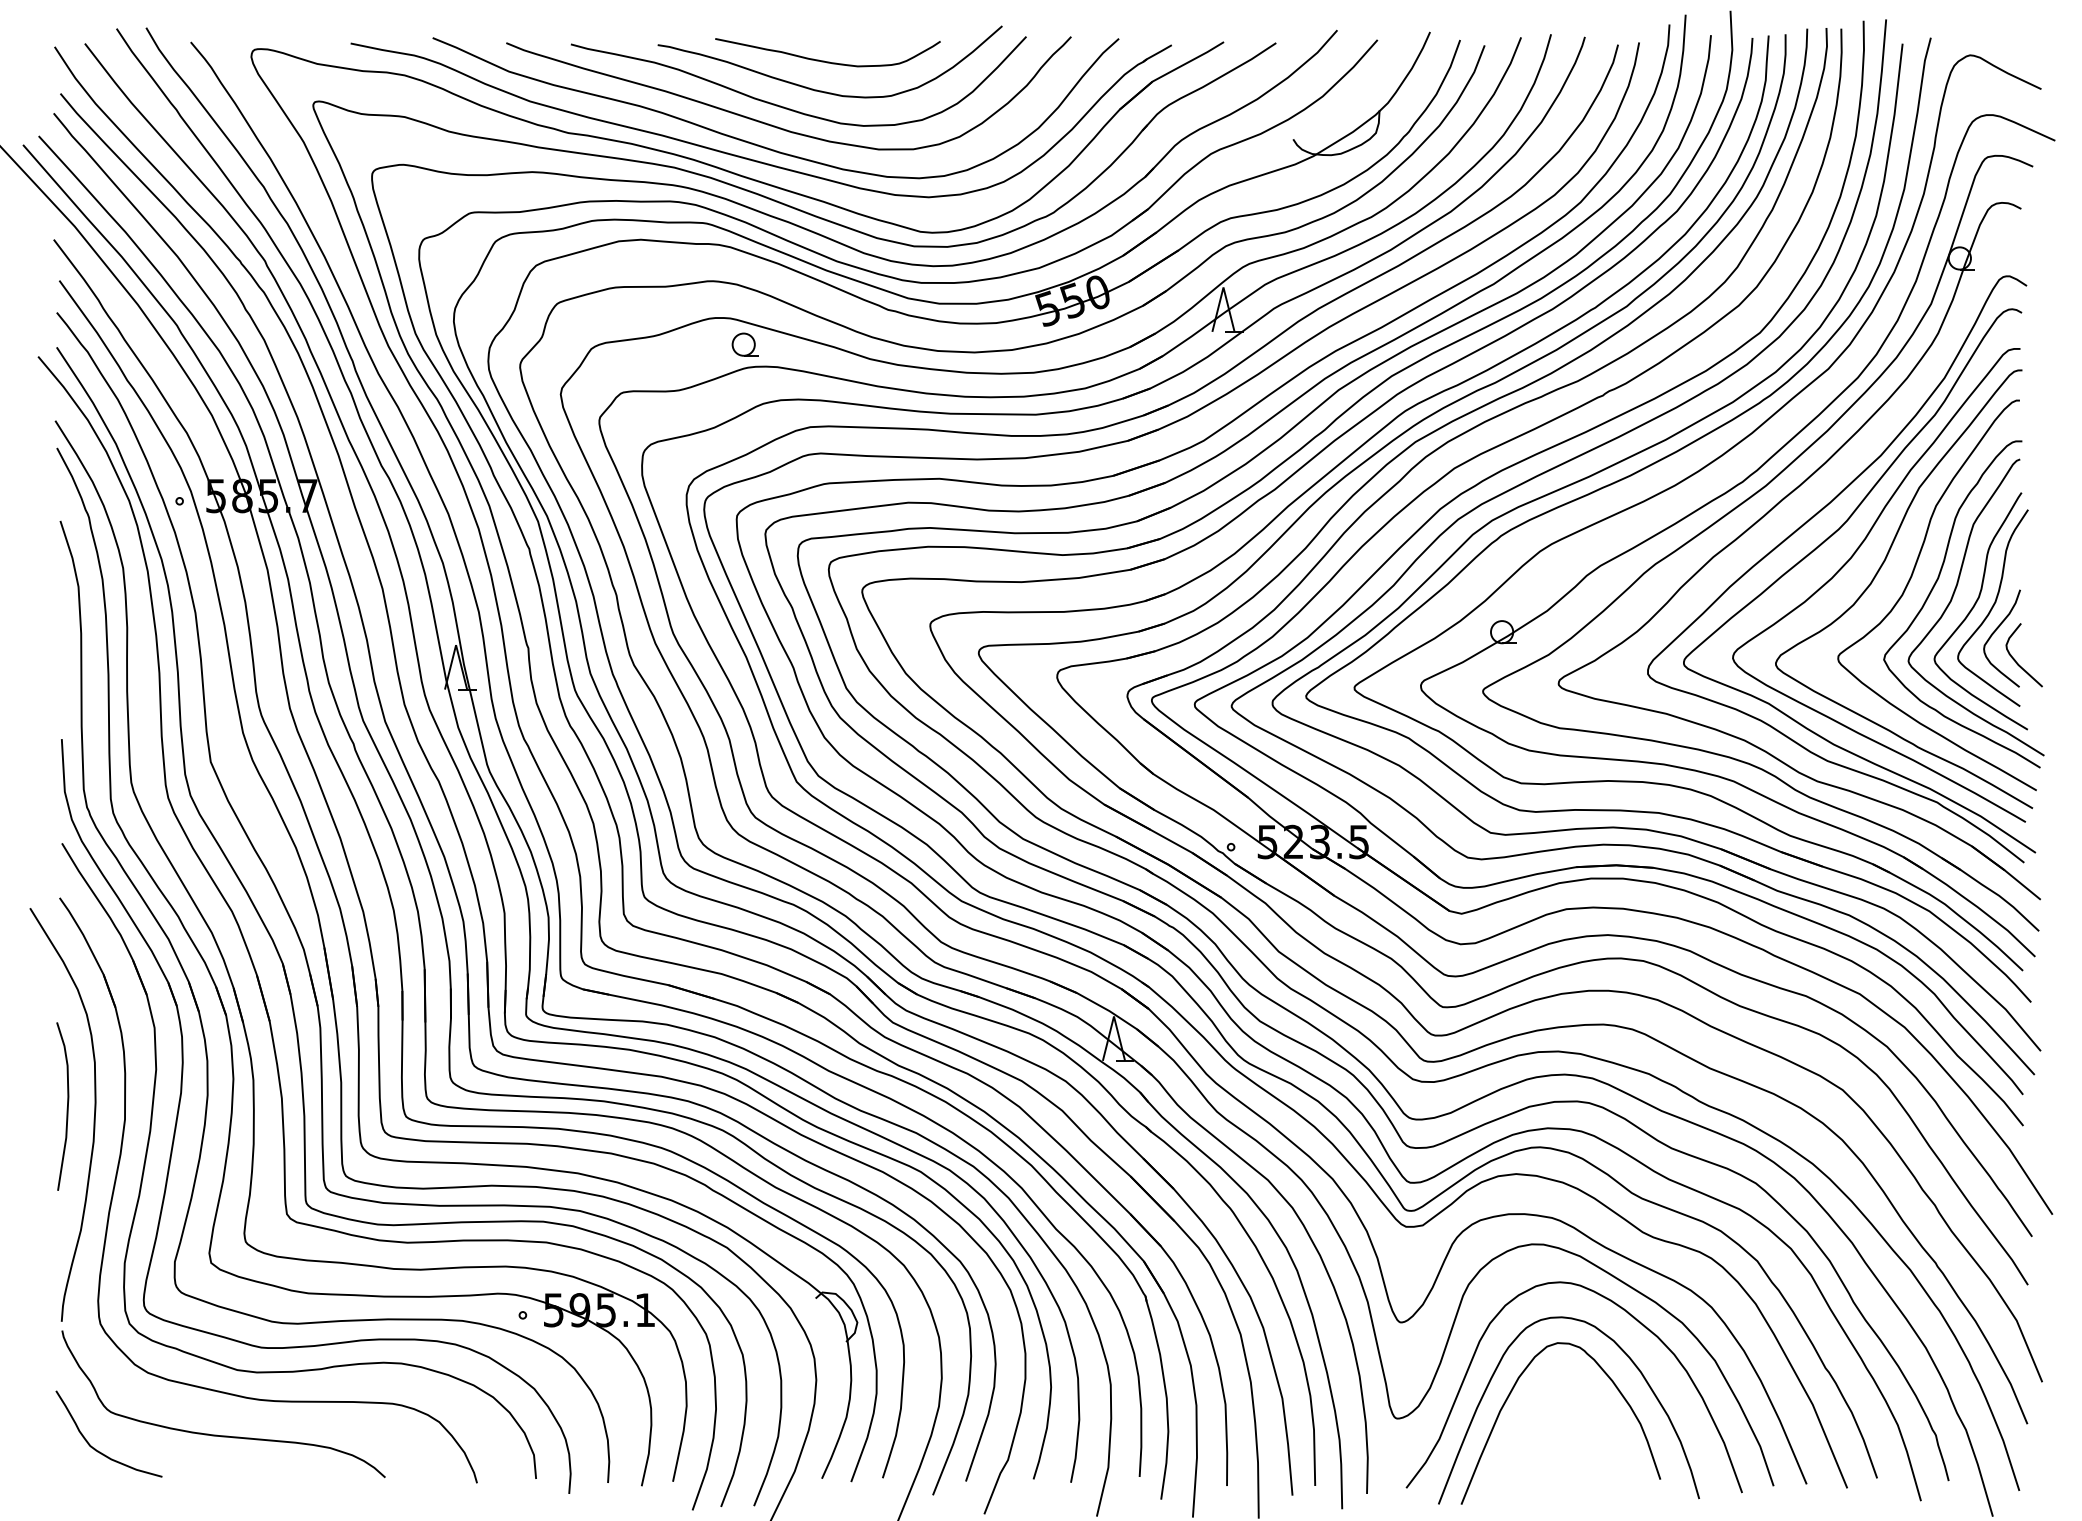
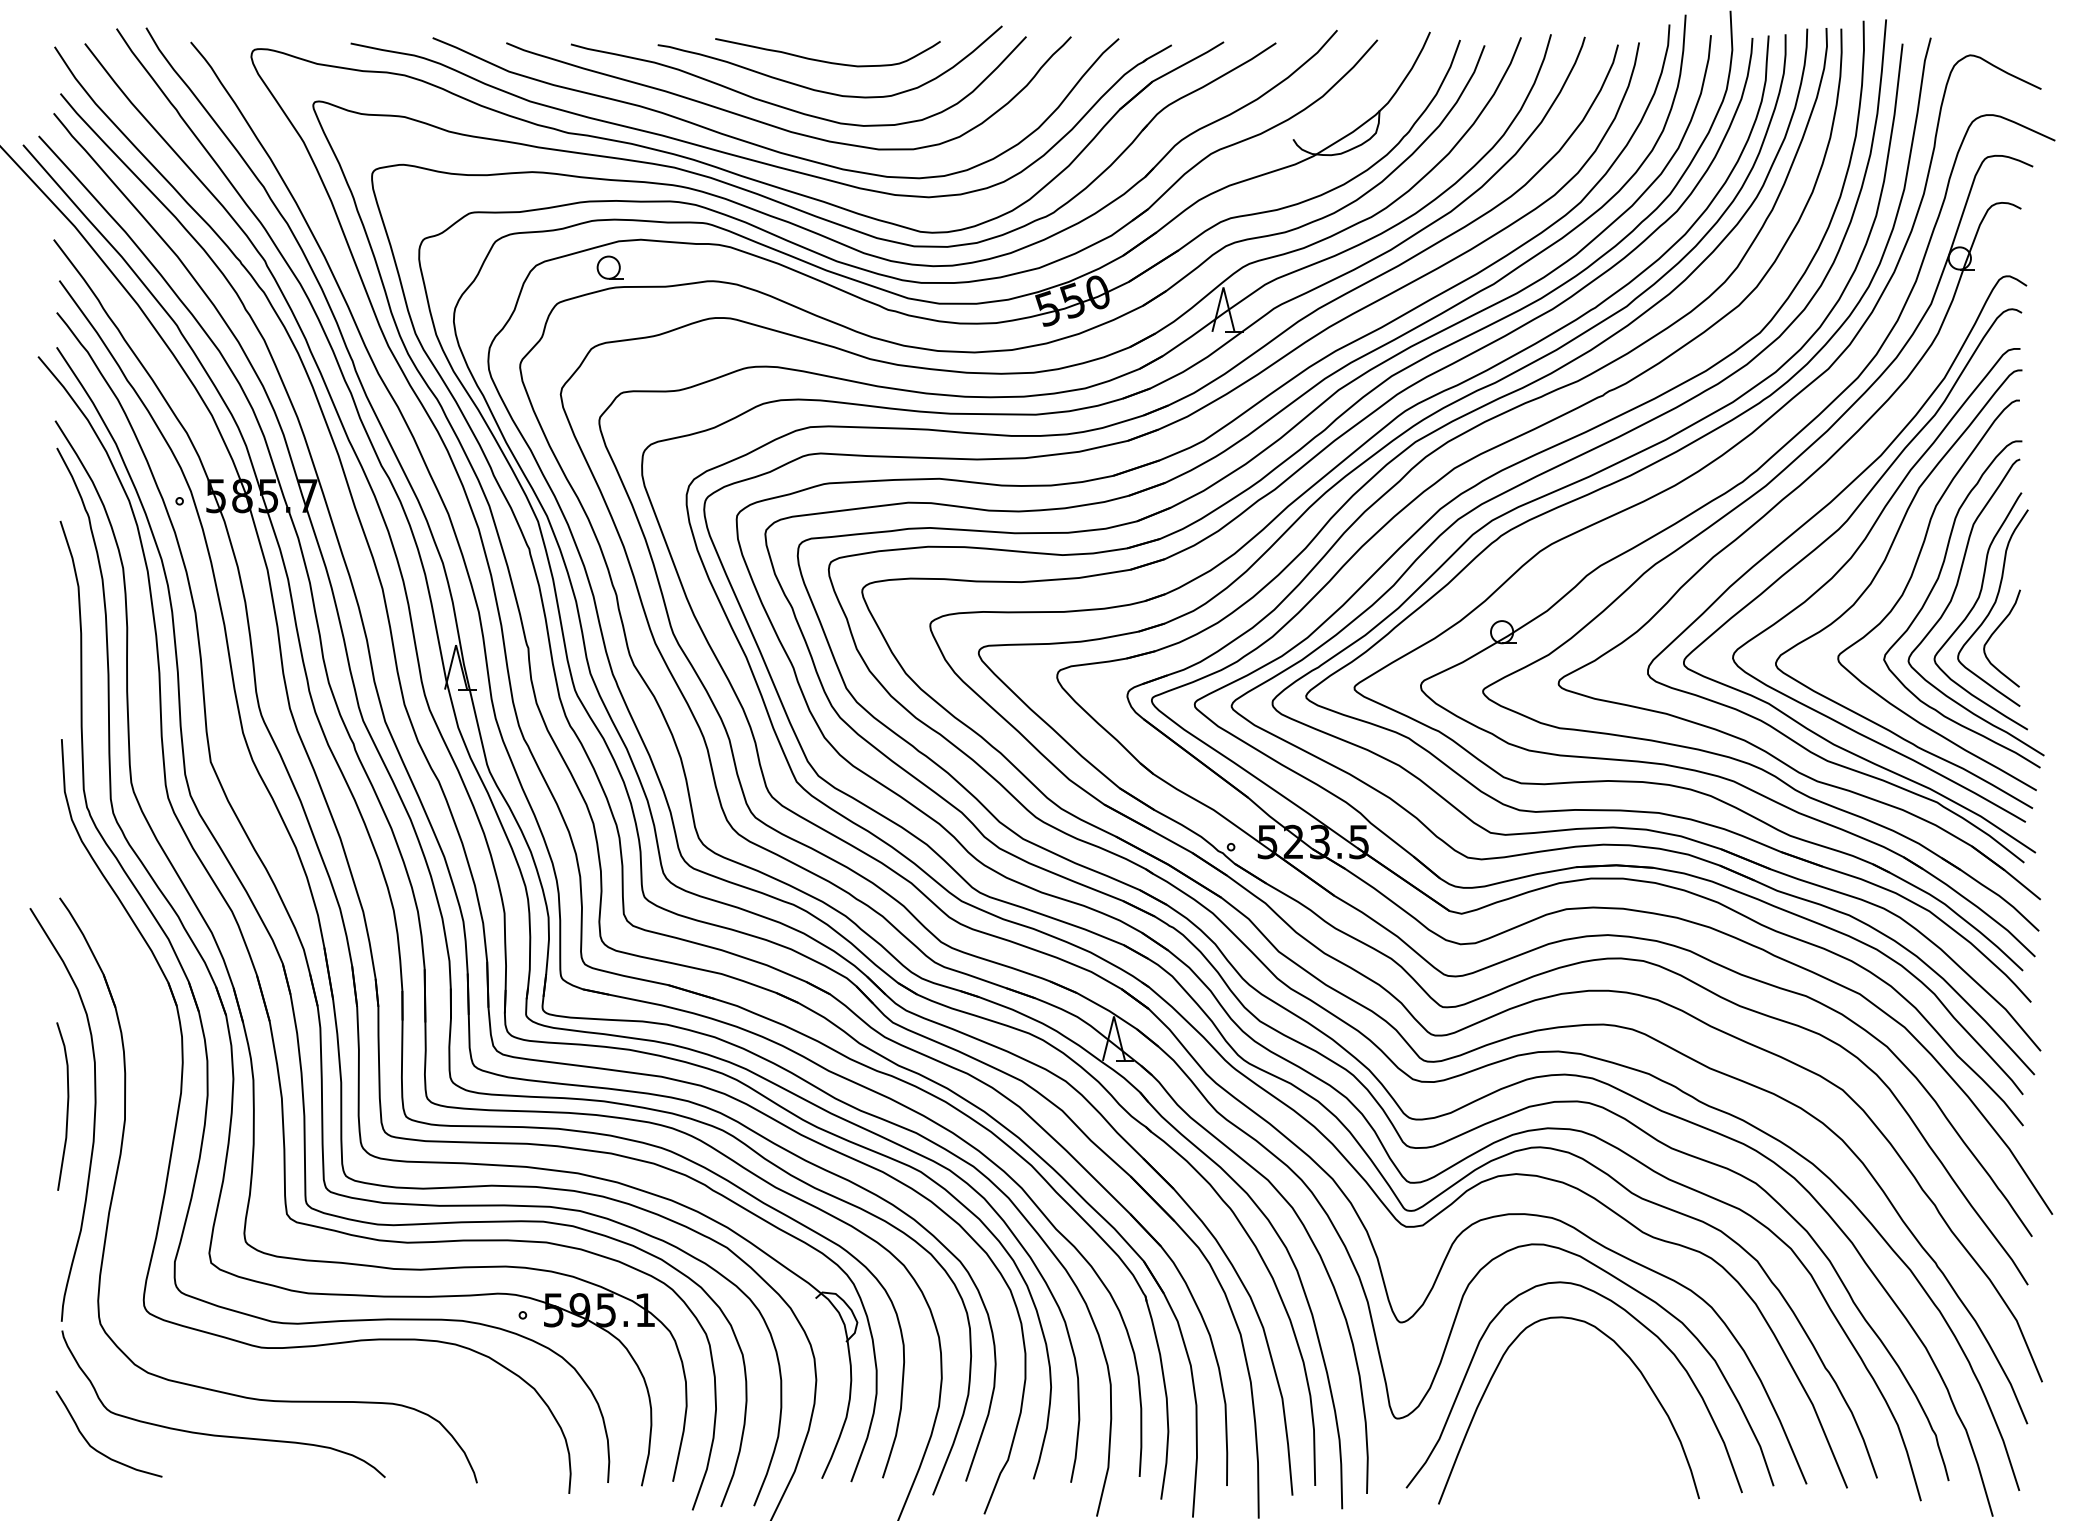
part at (744, 344) position: (744, 344) -> (609, 267)
curve at (2016, 660): present -> none
part at (150, 1137): present -> none
curve at (1511, 1393): present -> none
